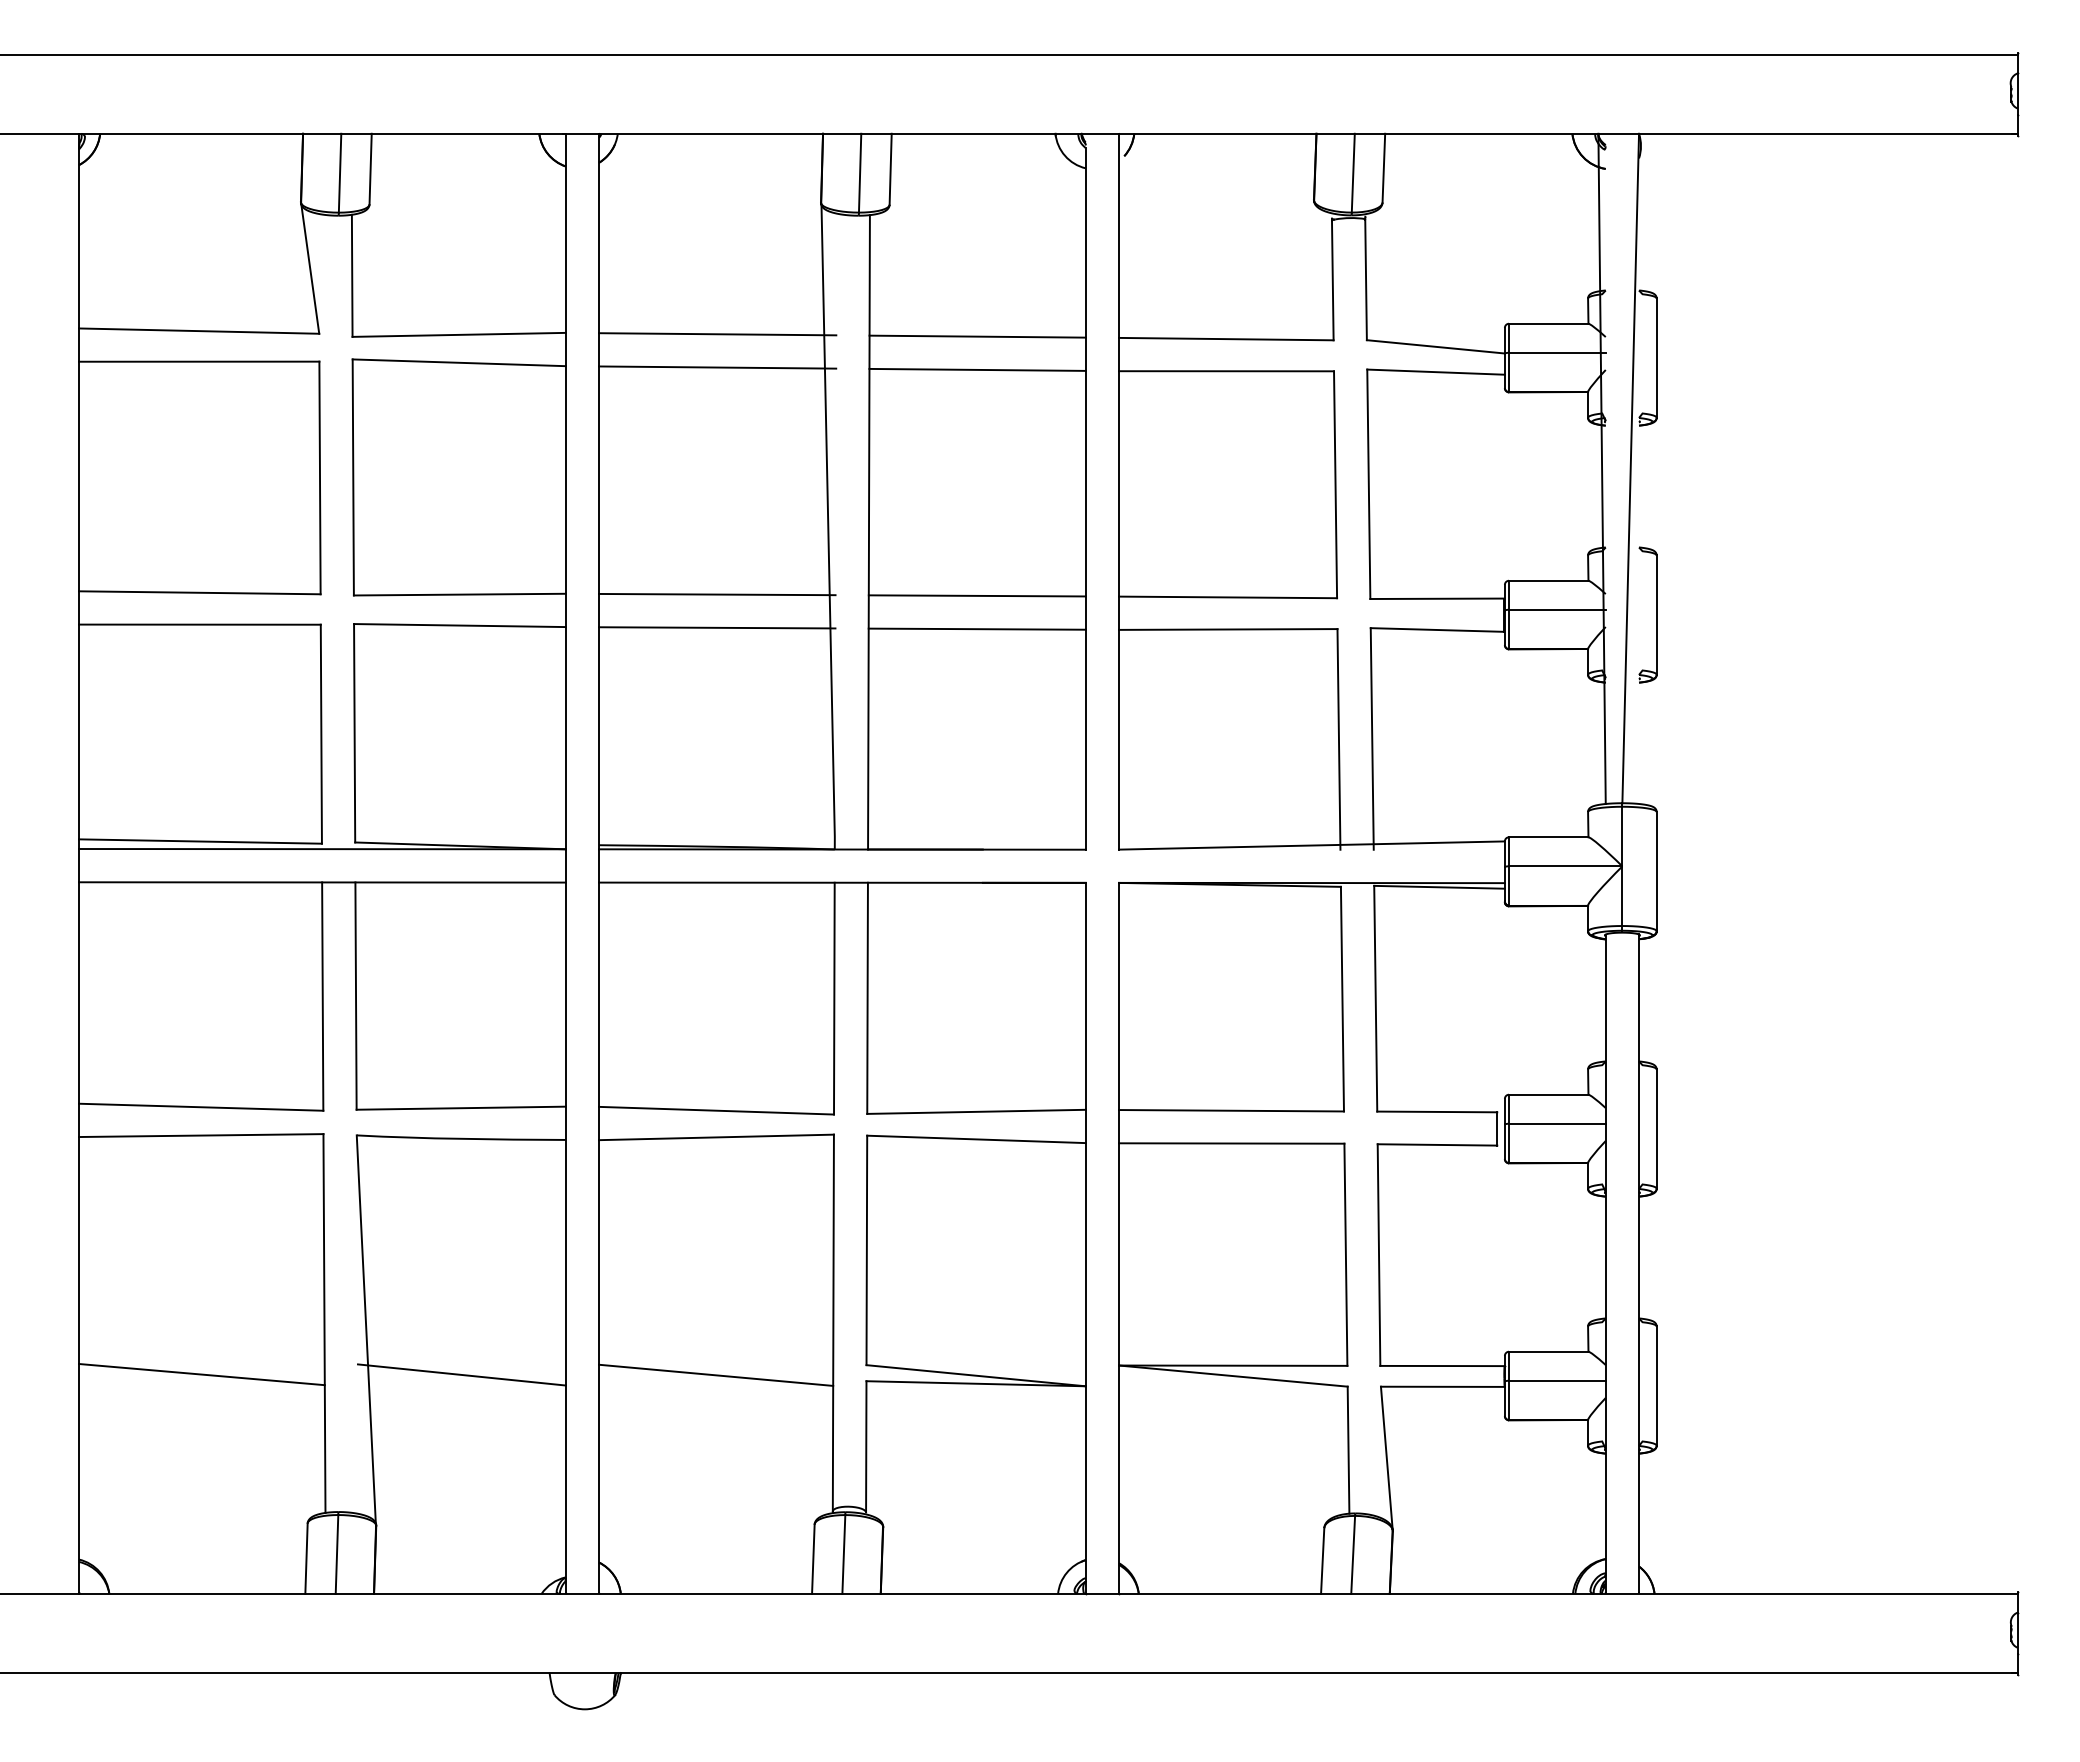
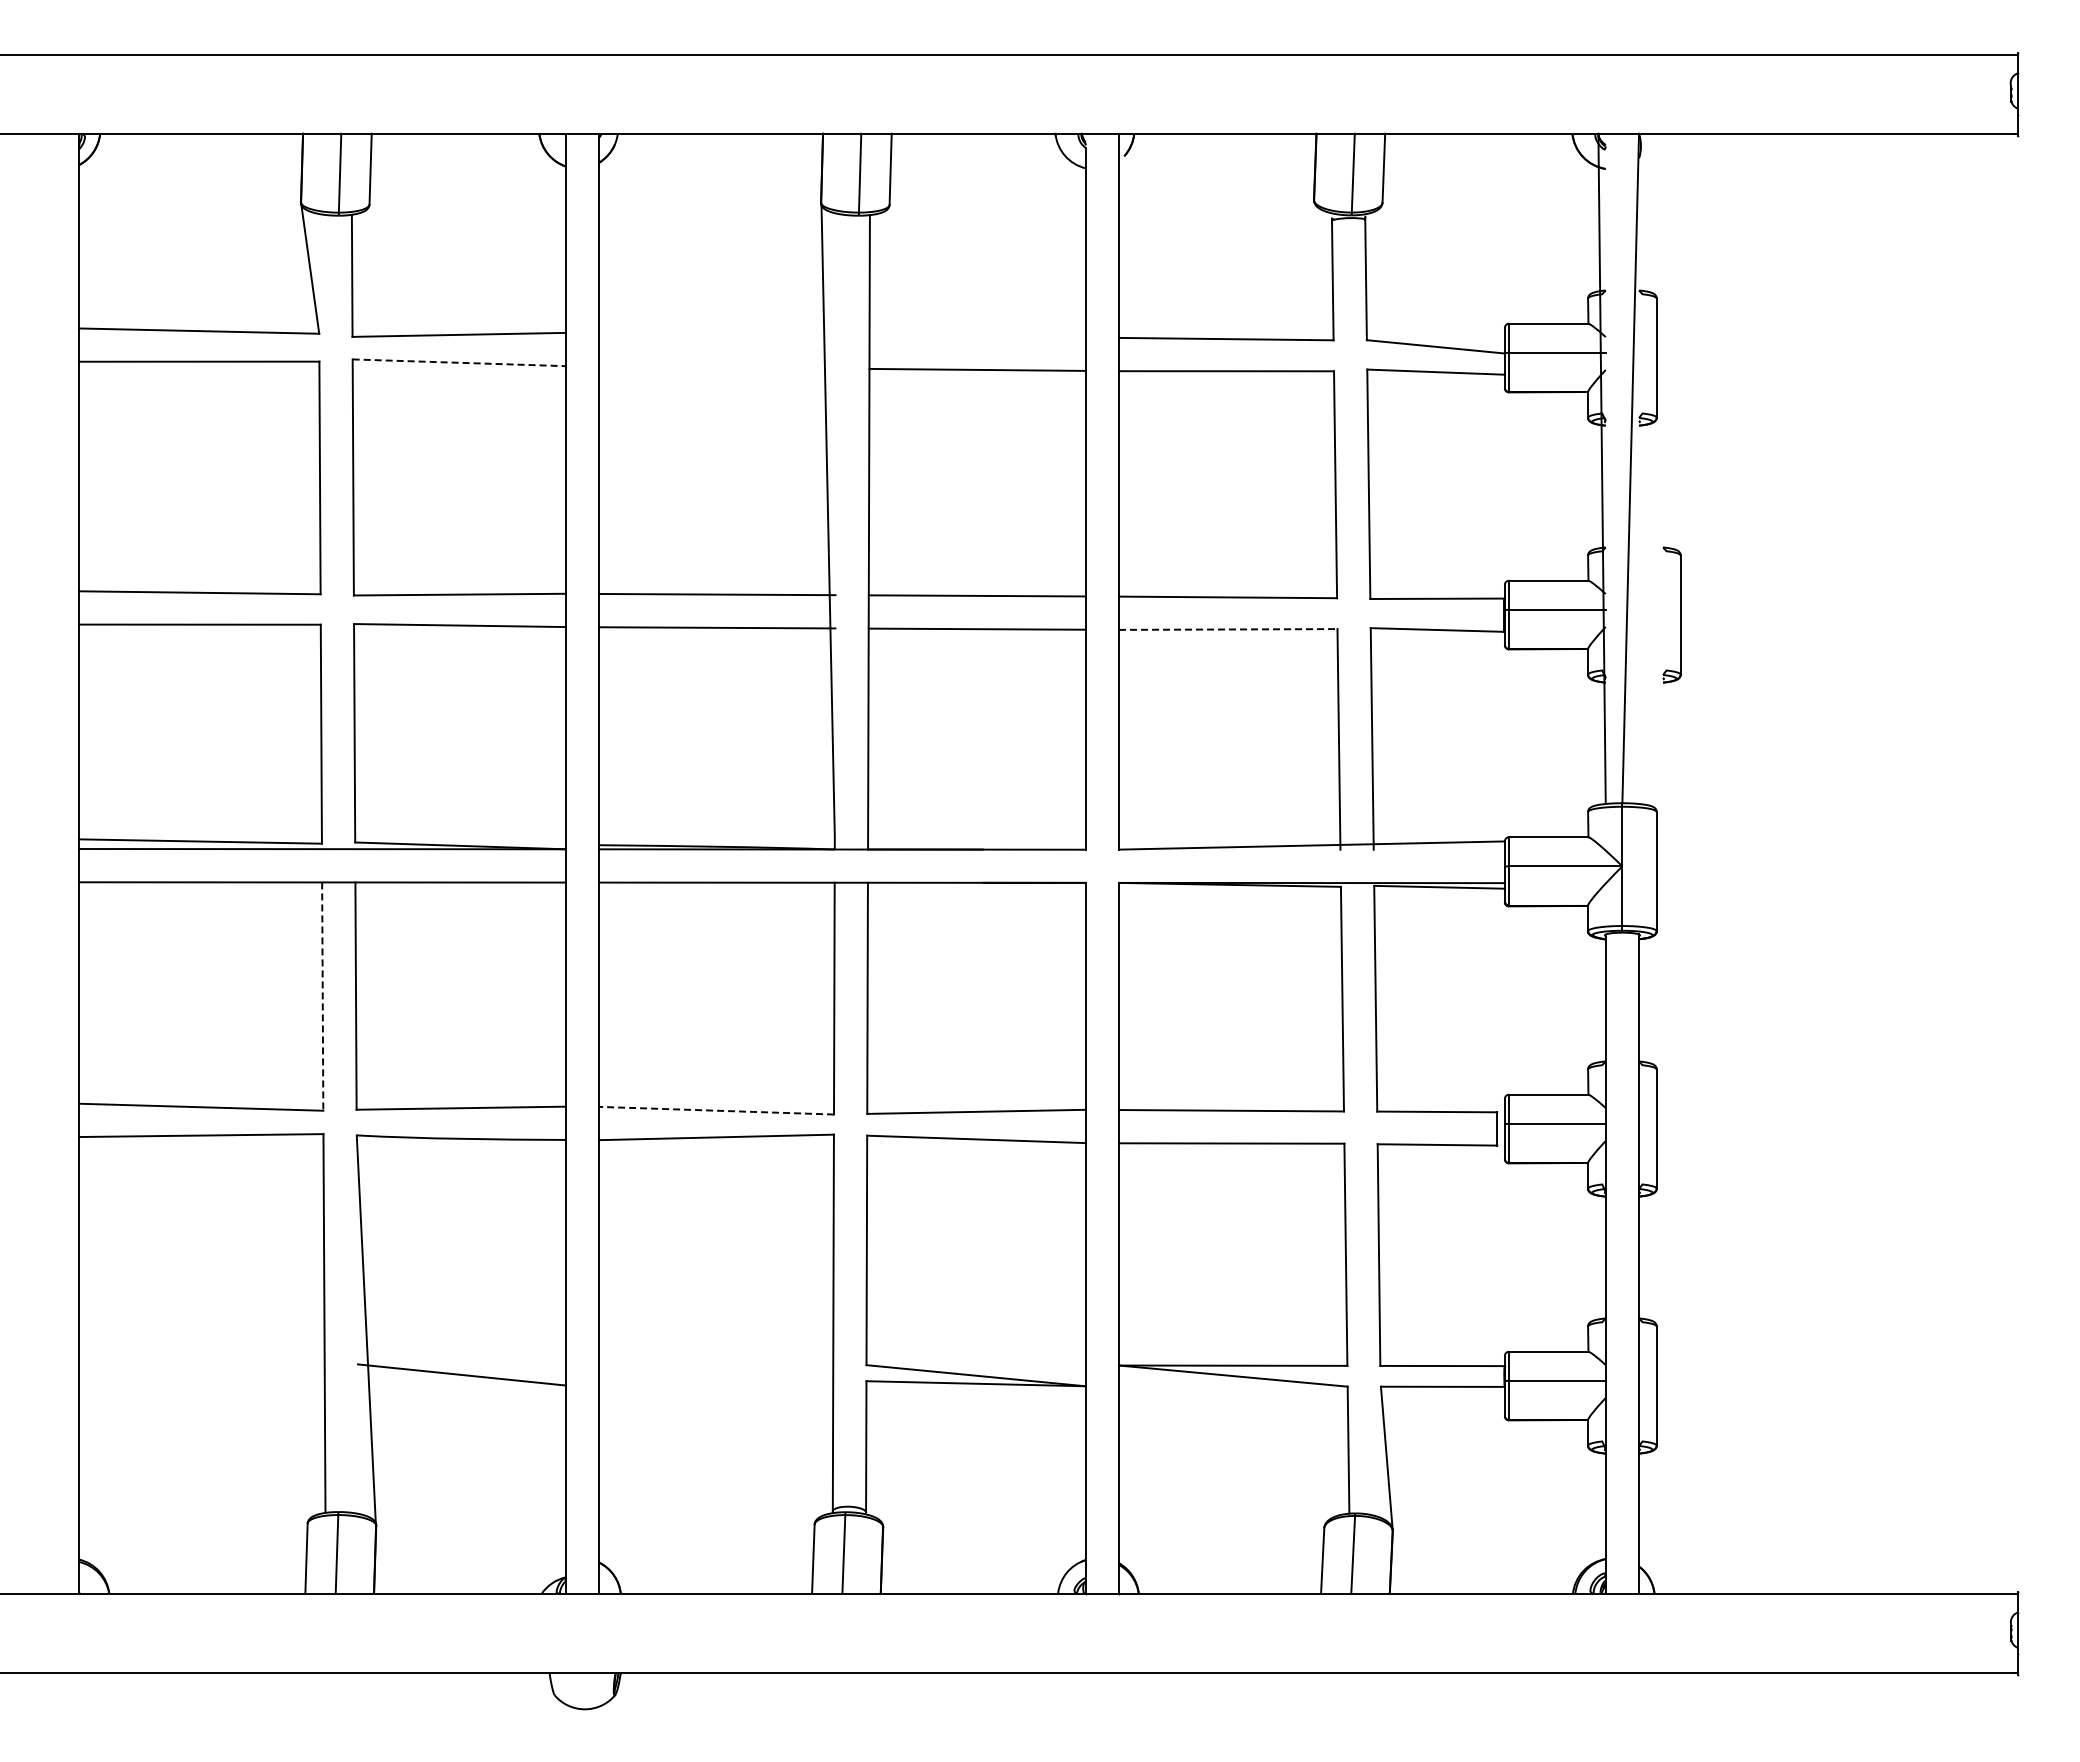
line at (717, 334): present -> none
line at (977, 336): present -> none
line at (459, 362): solid -> dashed
line at (717, 367): present -> none
part at (1656, 614) position: (1656, 614) -> (1680, 614)
line at (1228, 629): solid -> dashed
line at (322, 997): solid -> dashed
line at (716, 1110): solid -> dashed
line at (201, 1374): present -> none
line at (716, 1374): present -> none
